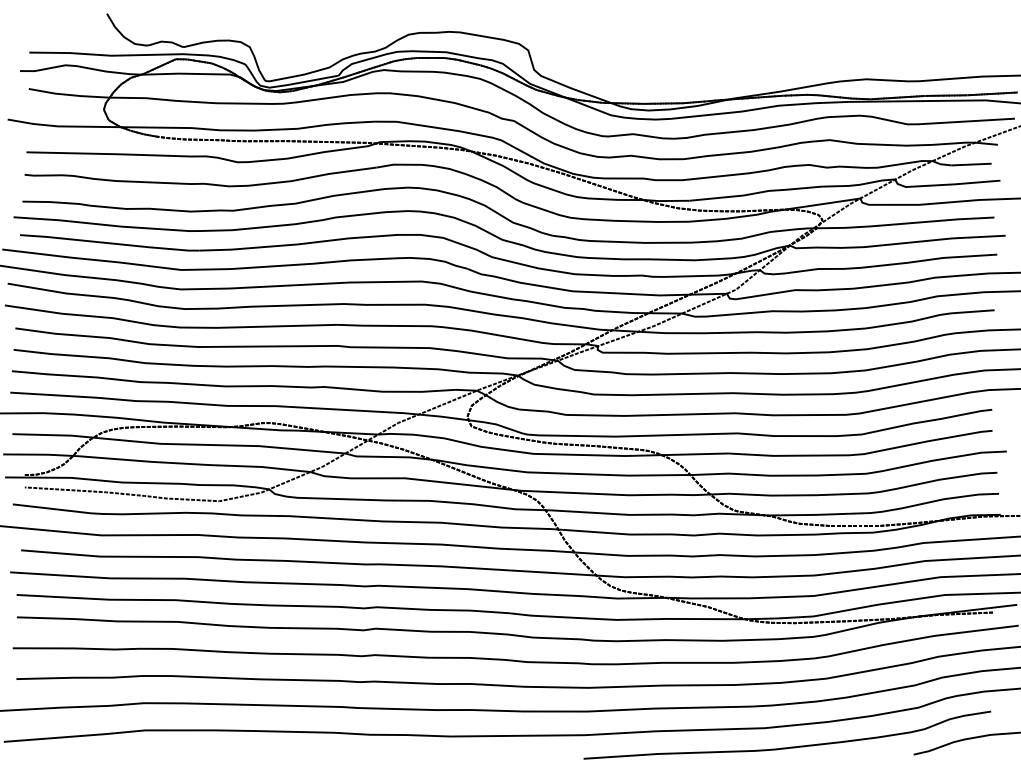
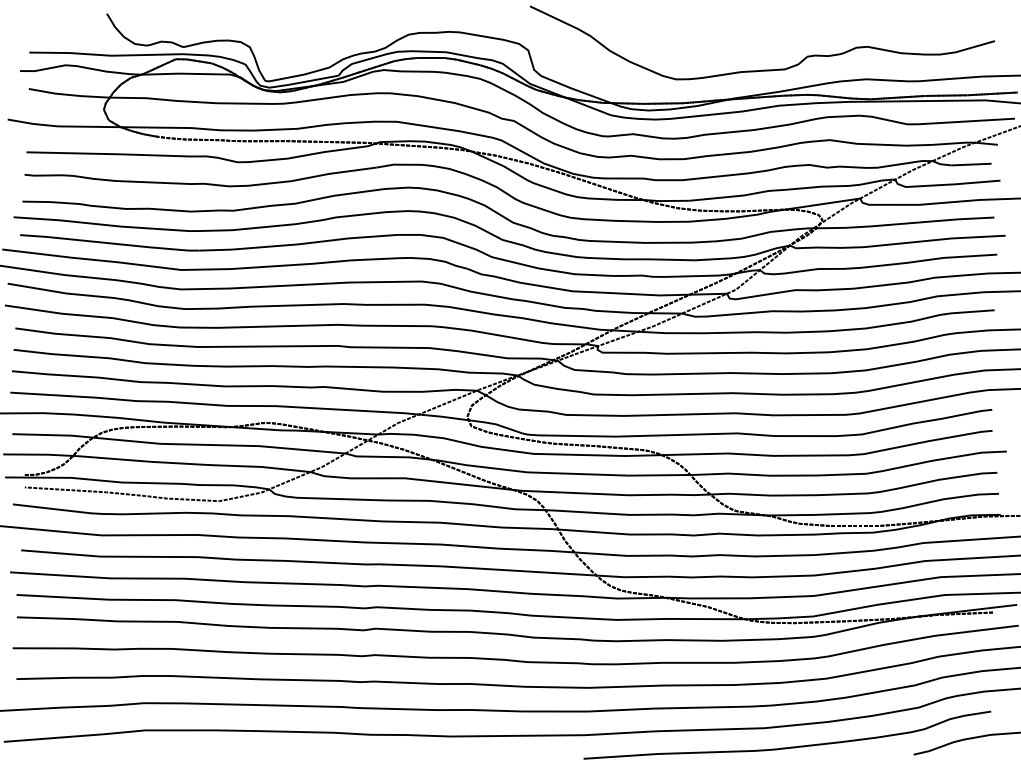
curve at (762, 69): none -> present
